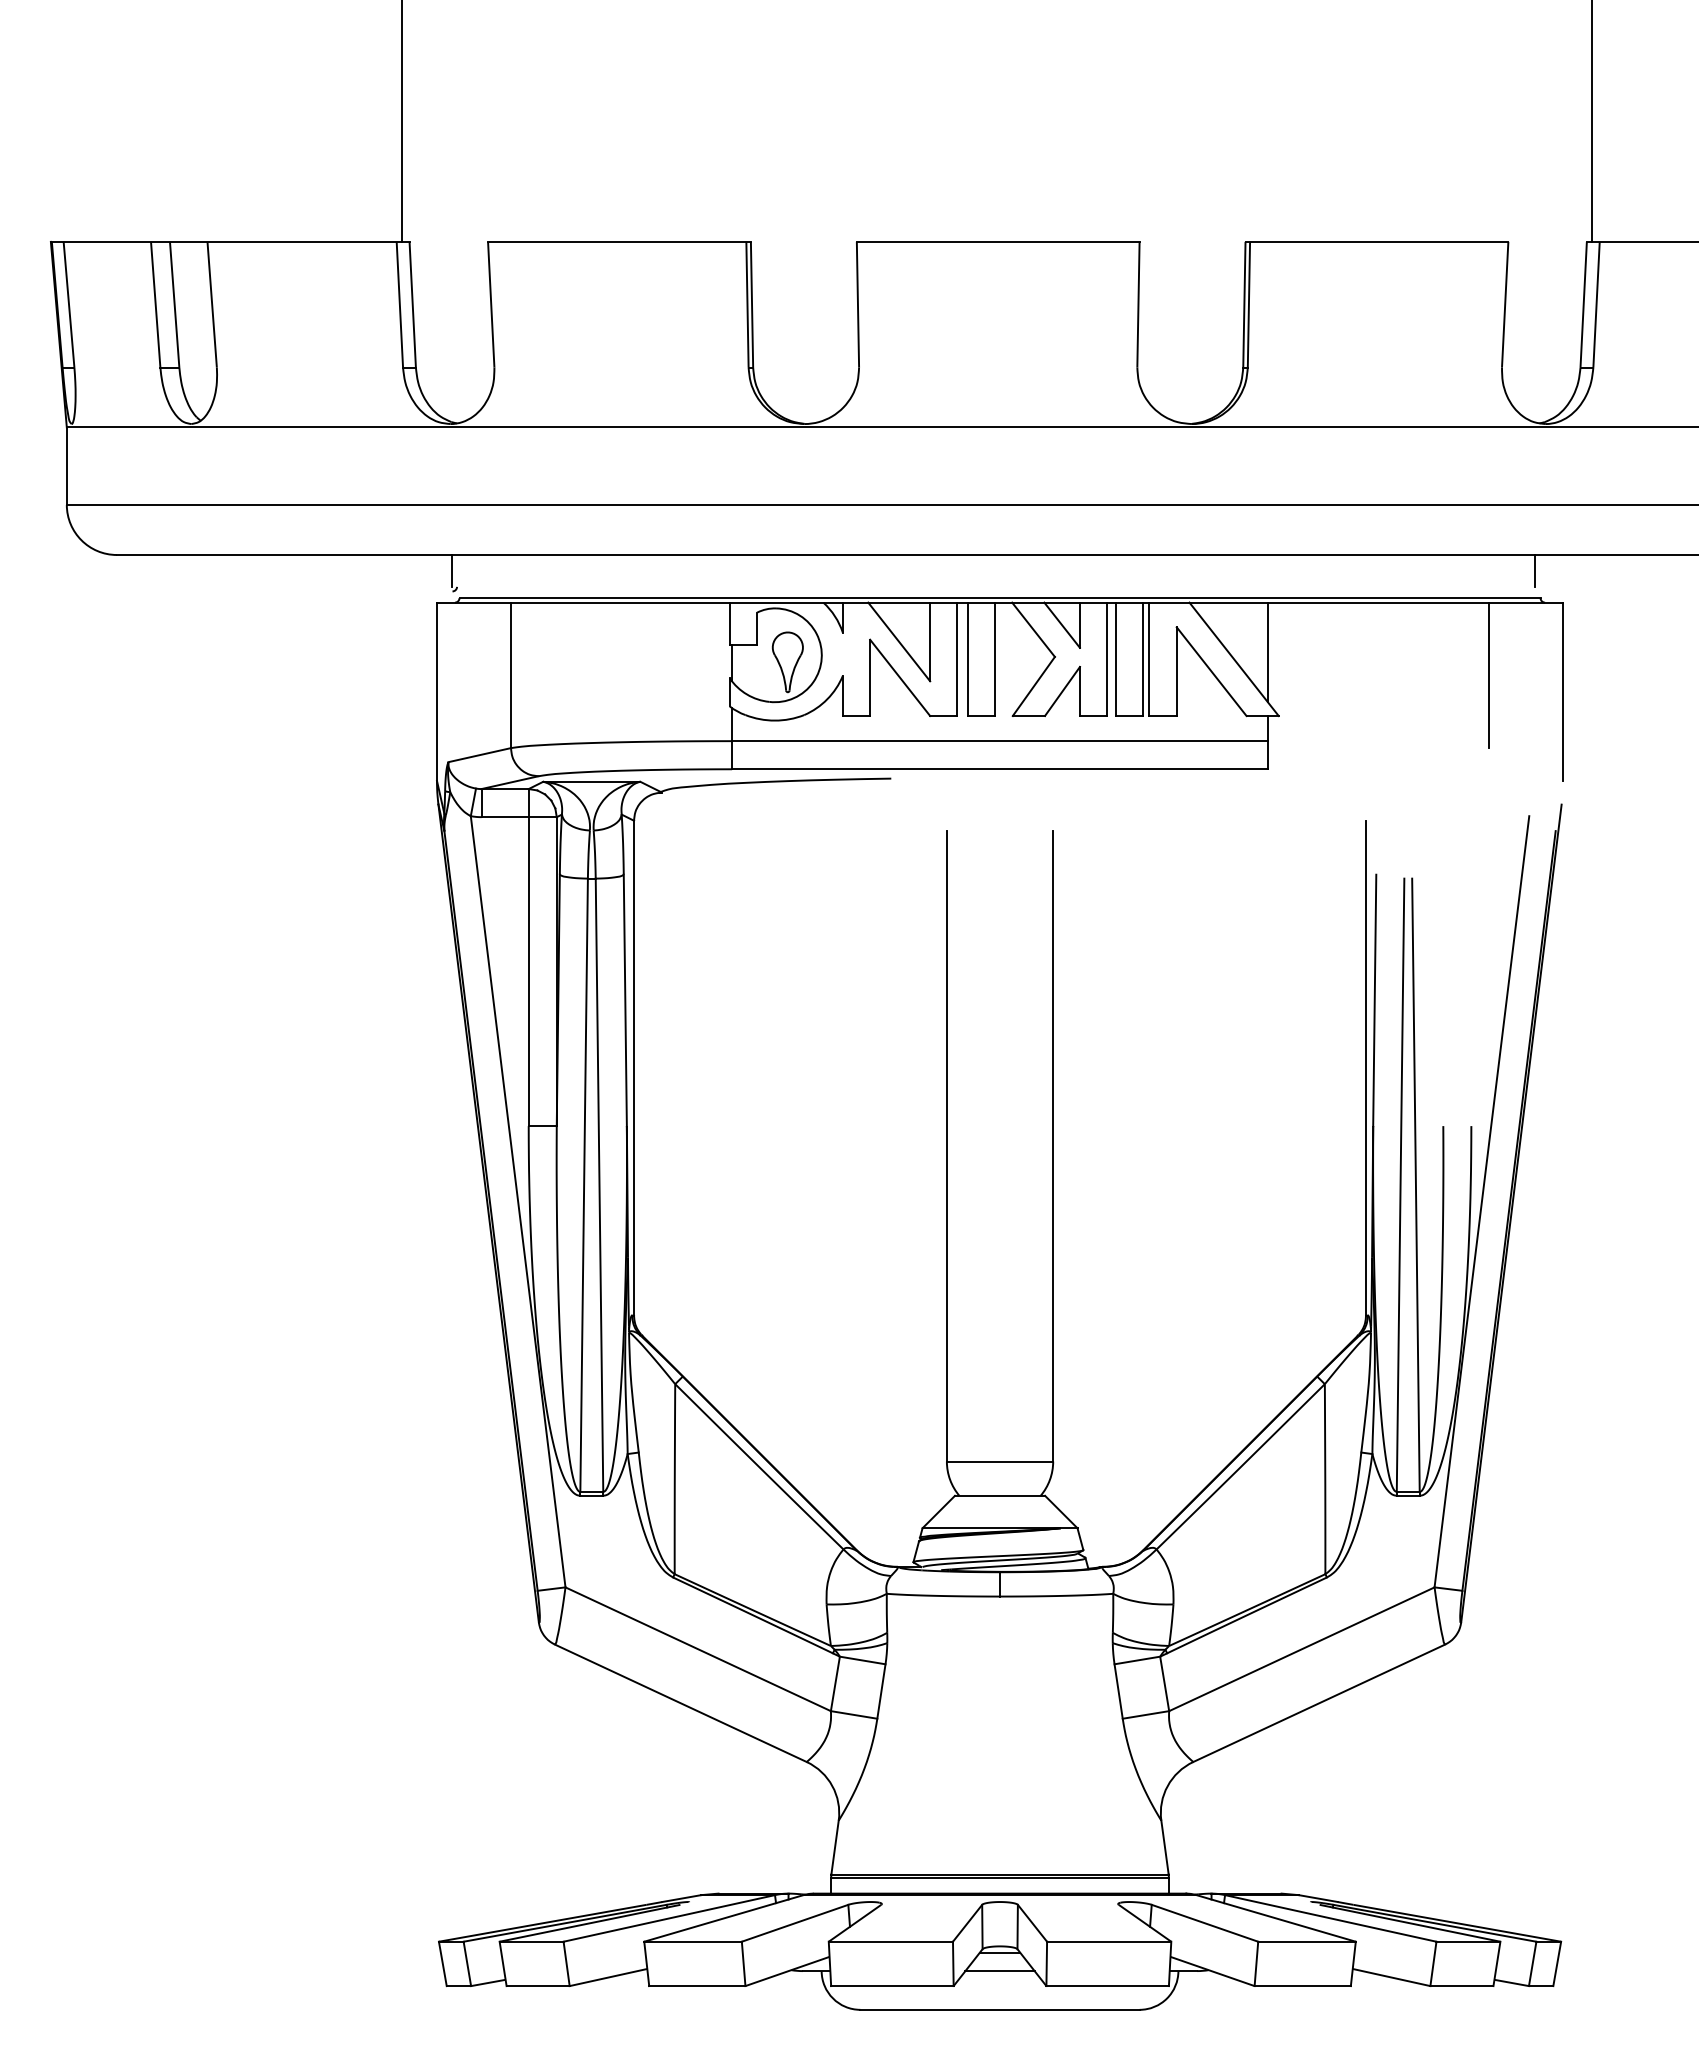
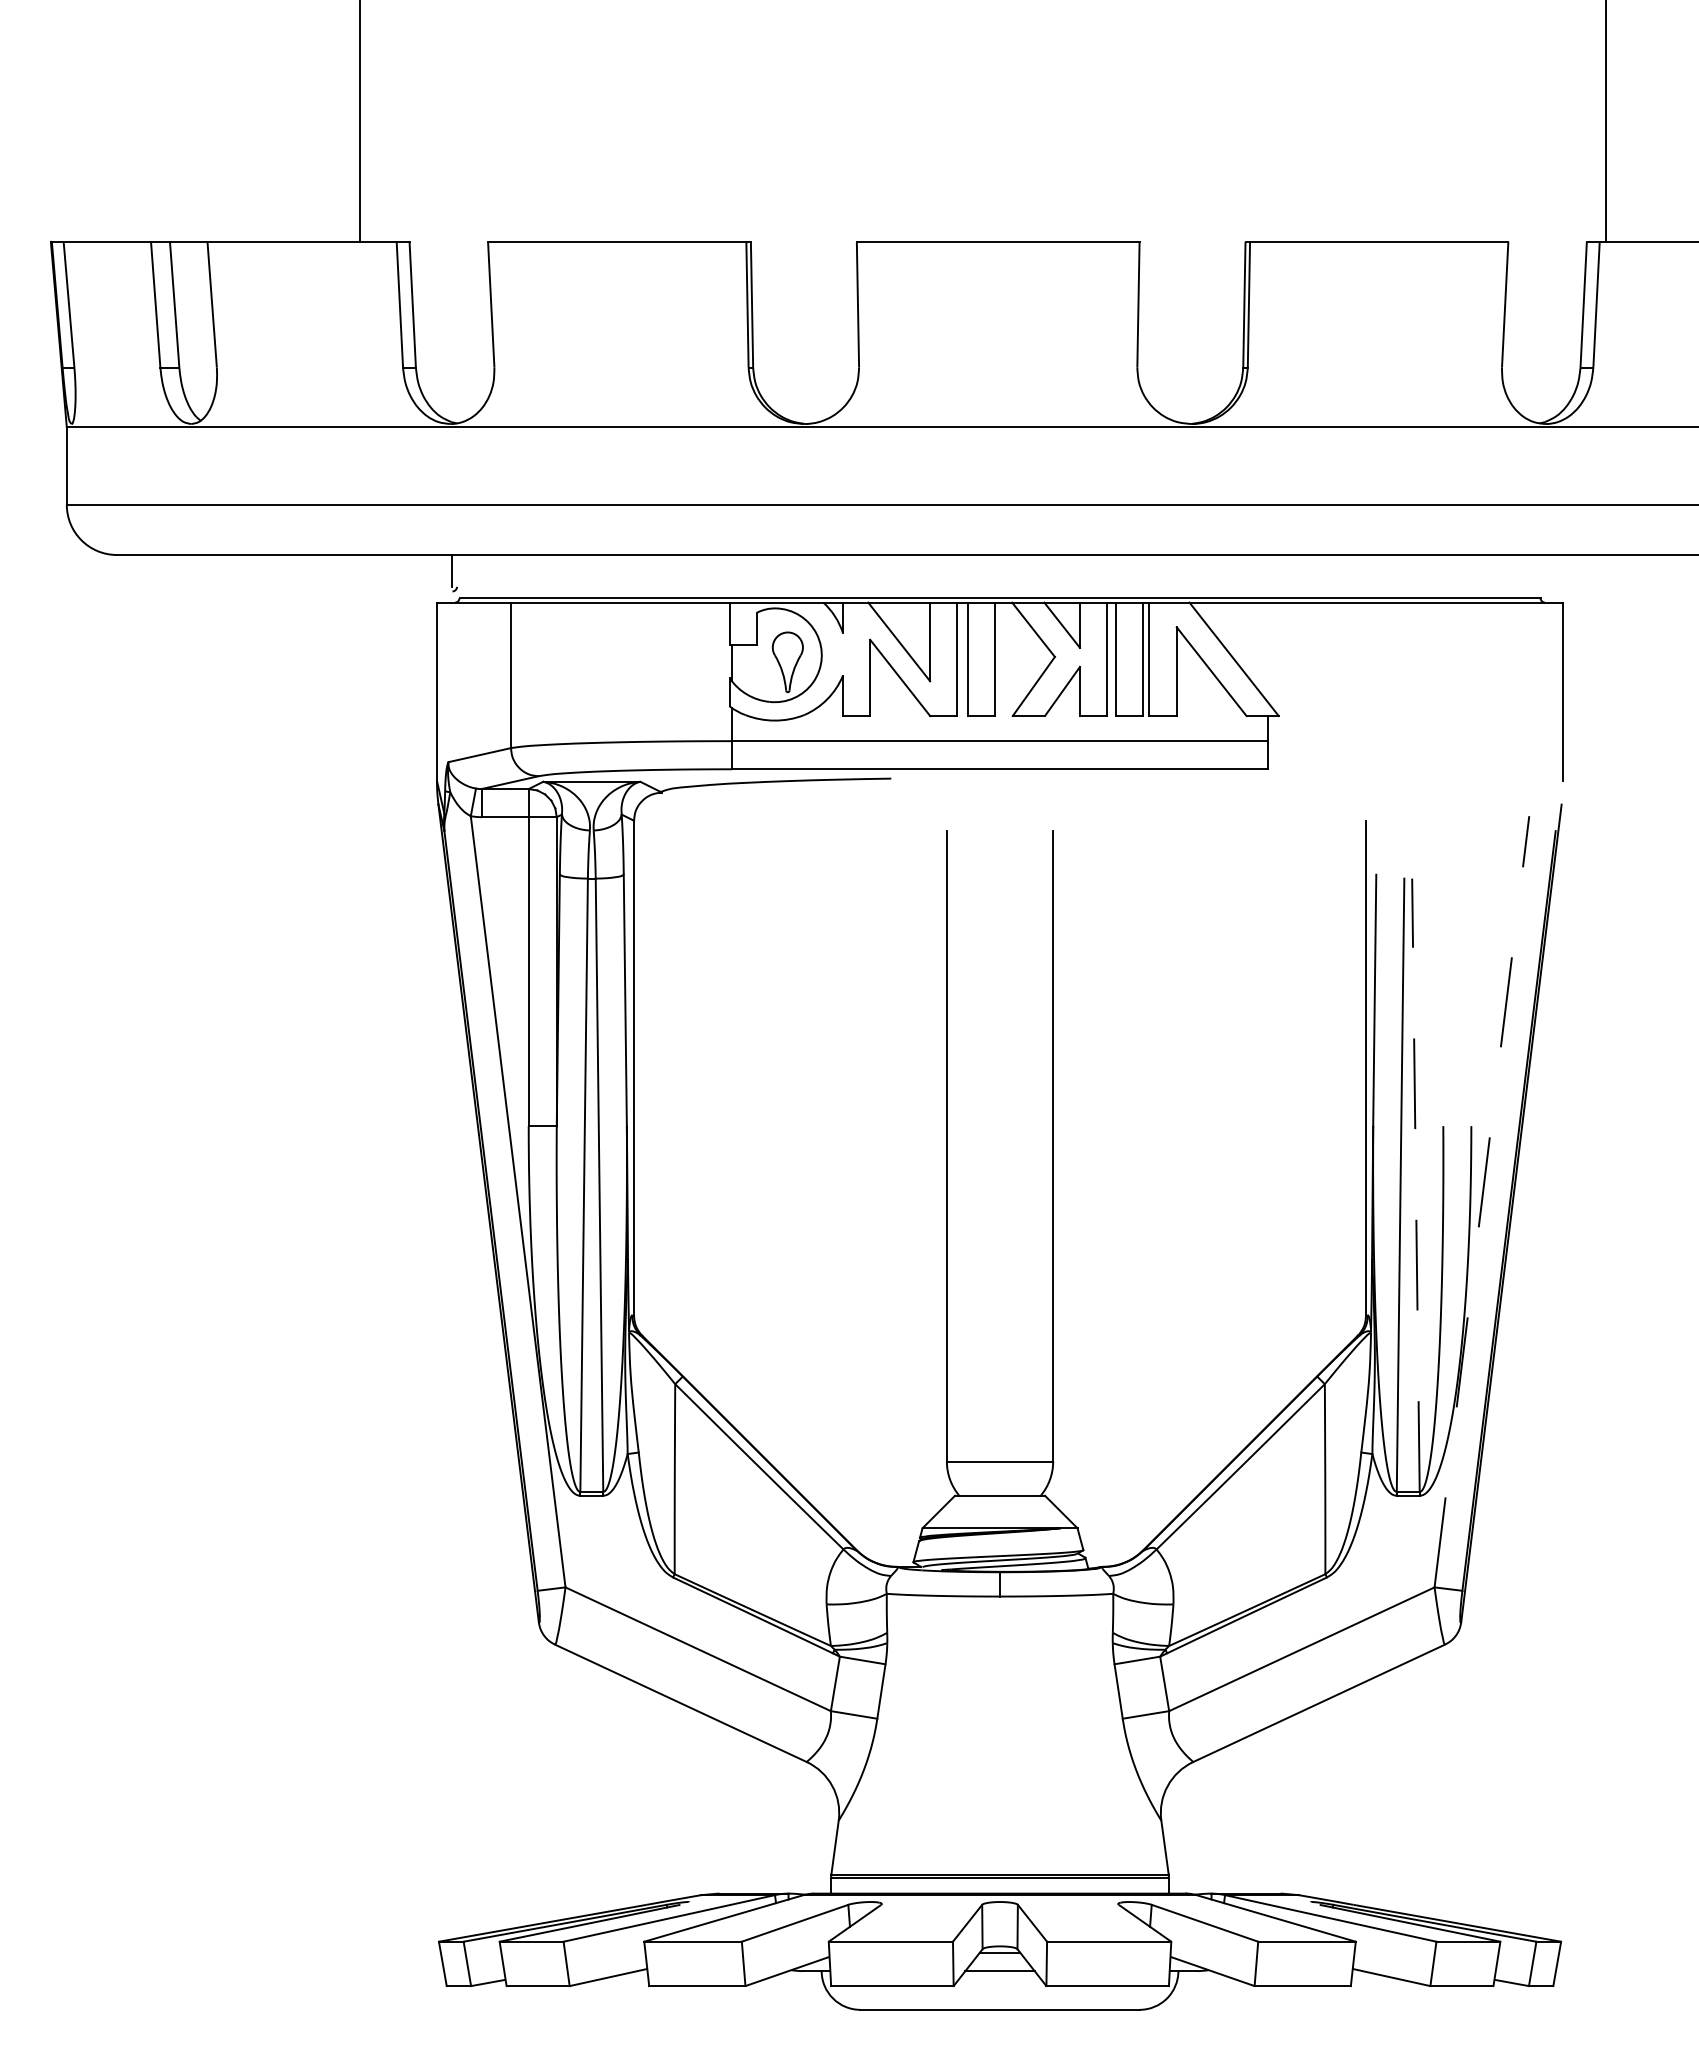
line at (401, 121) position: (401, 121) -> (359, 121)
line at (1592, 121) position: (1592, 121) -> (1606, 121)
line at (1535, 570): present -> none
line at (1267, 652): present -> none
line at (1489, 675): present -> none
line at (1415, 1185): solid -> dashed
line at (1481, 1201): solid -> dashed
